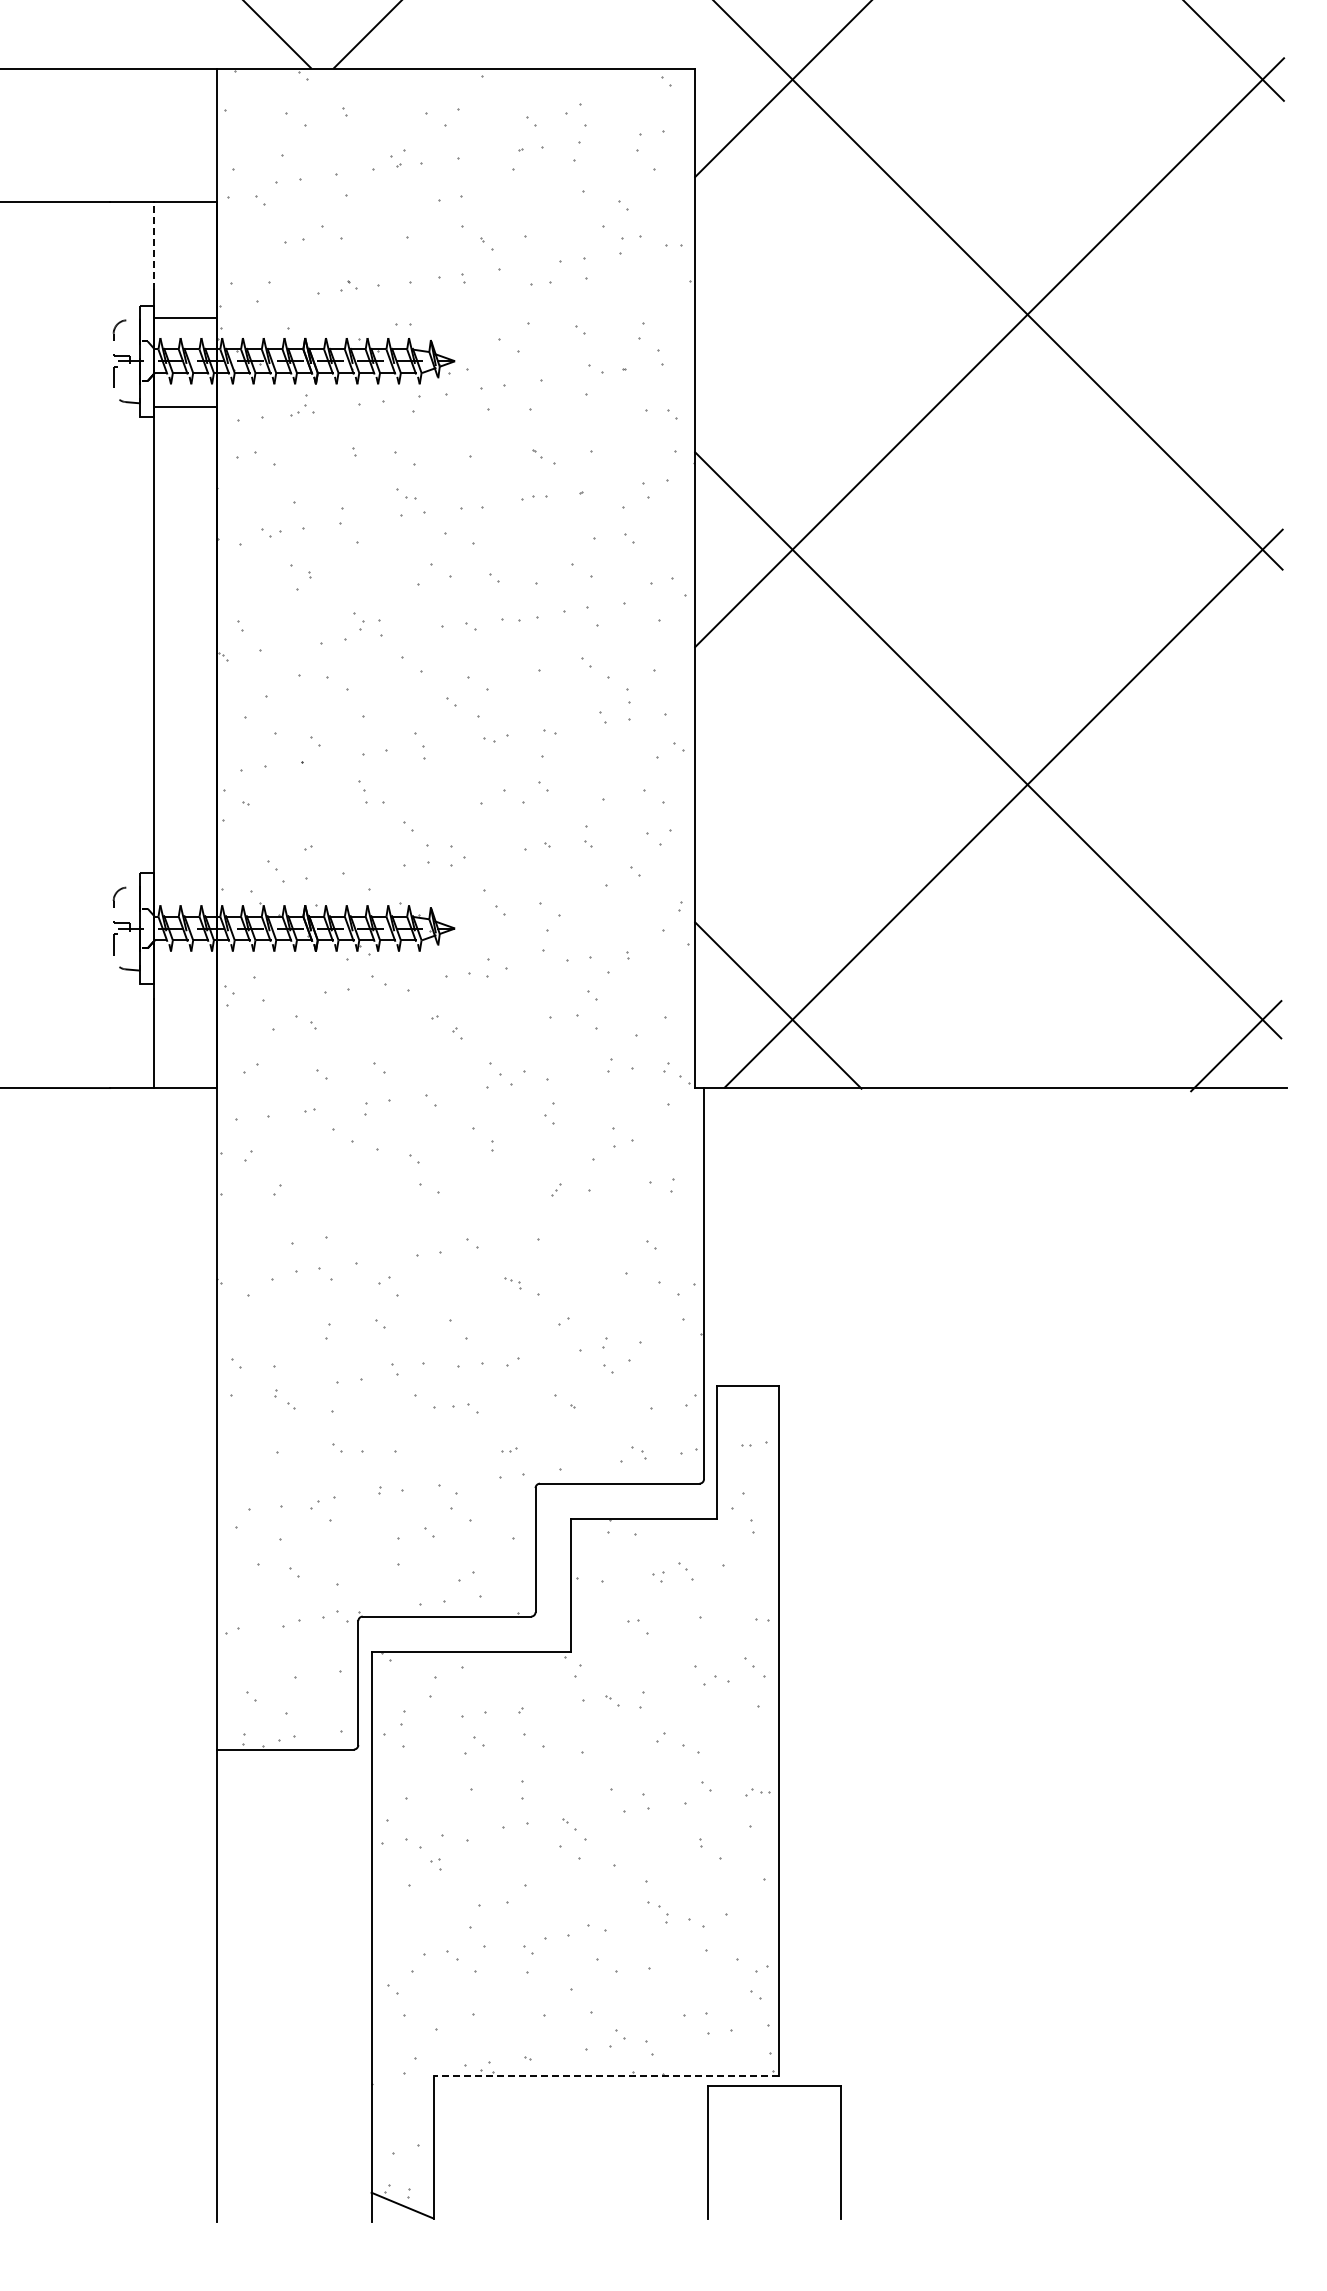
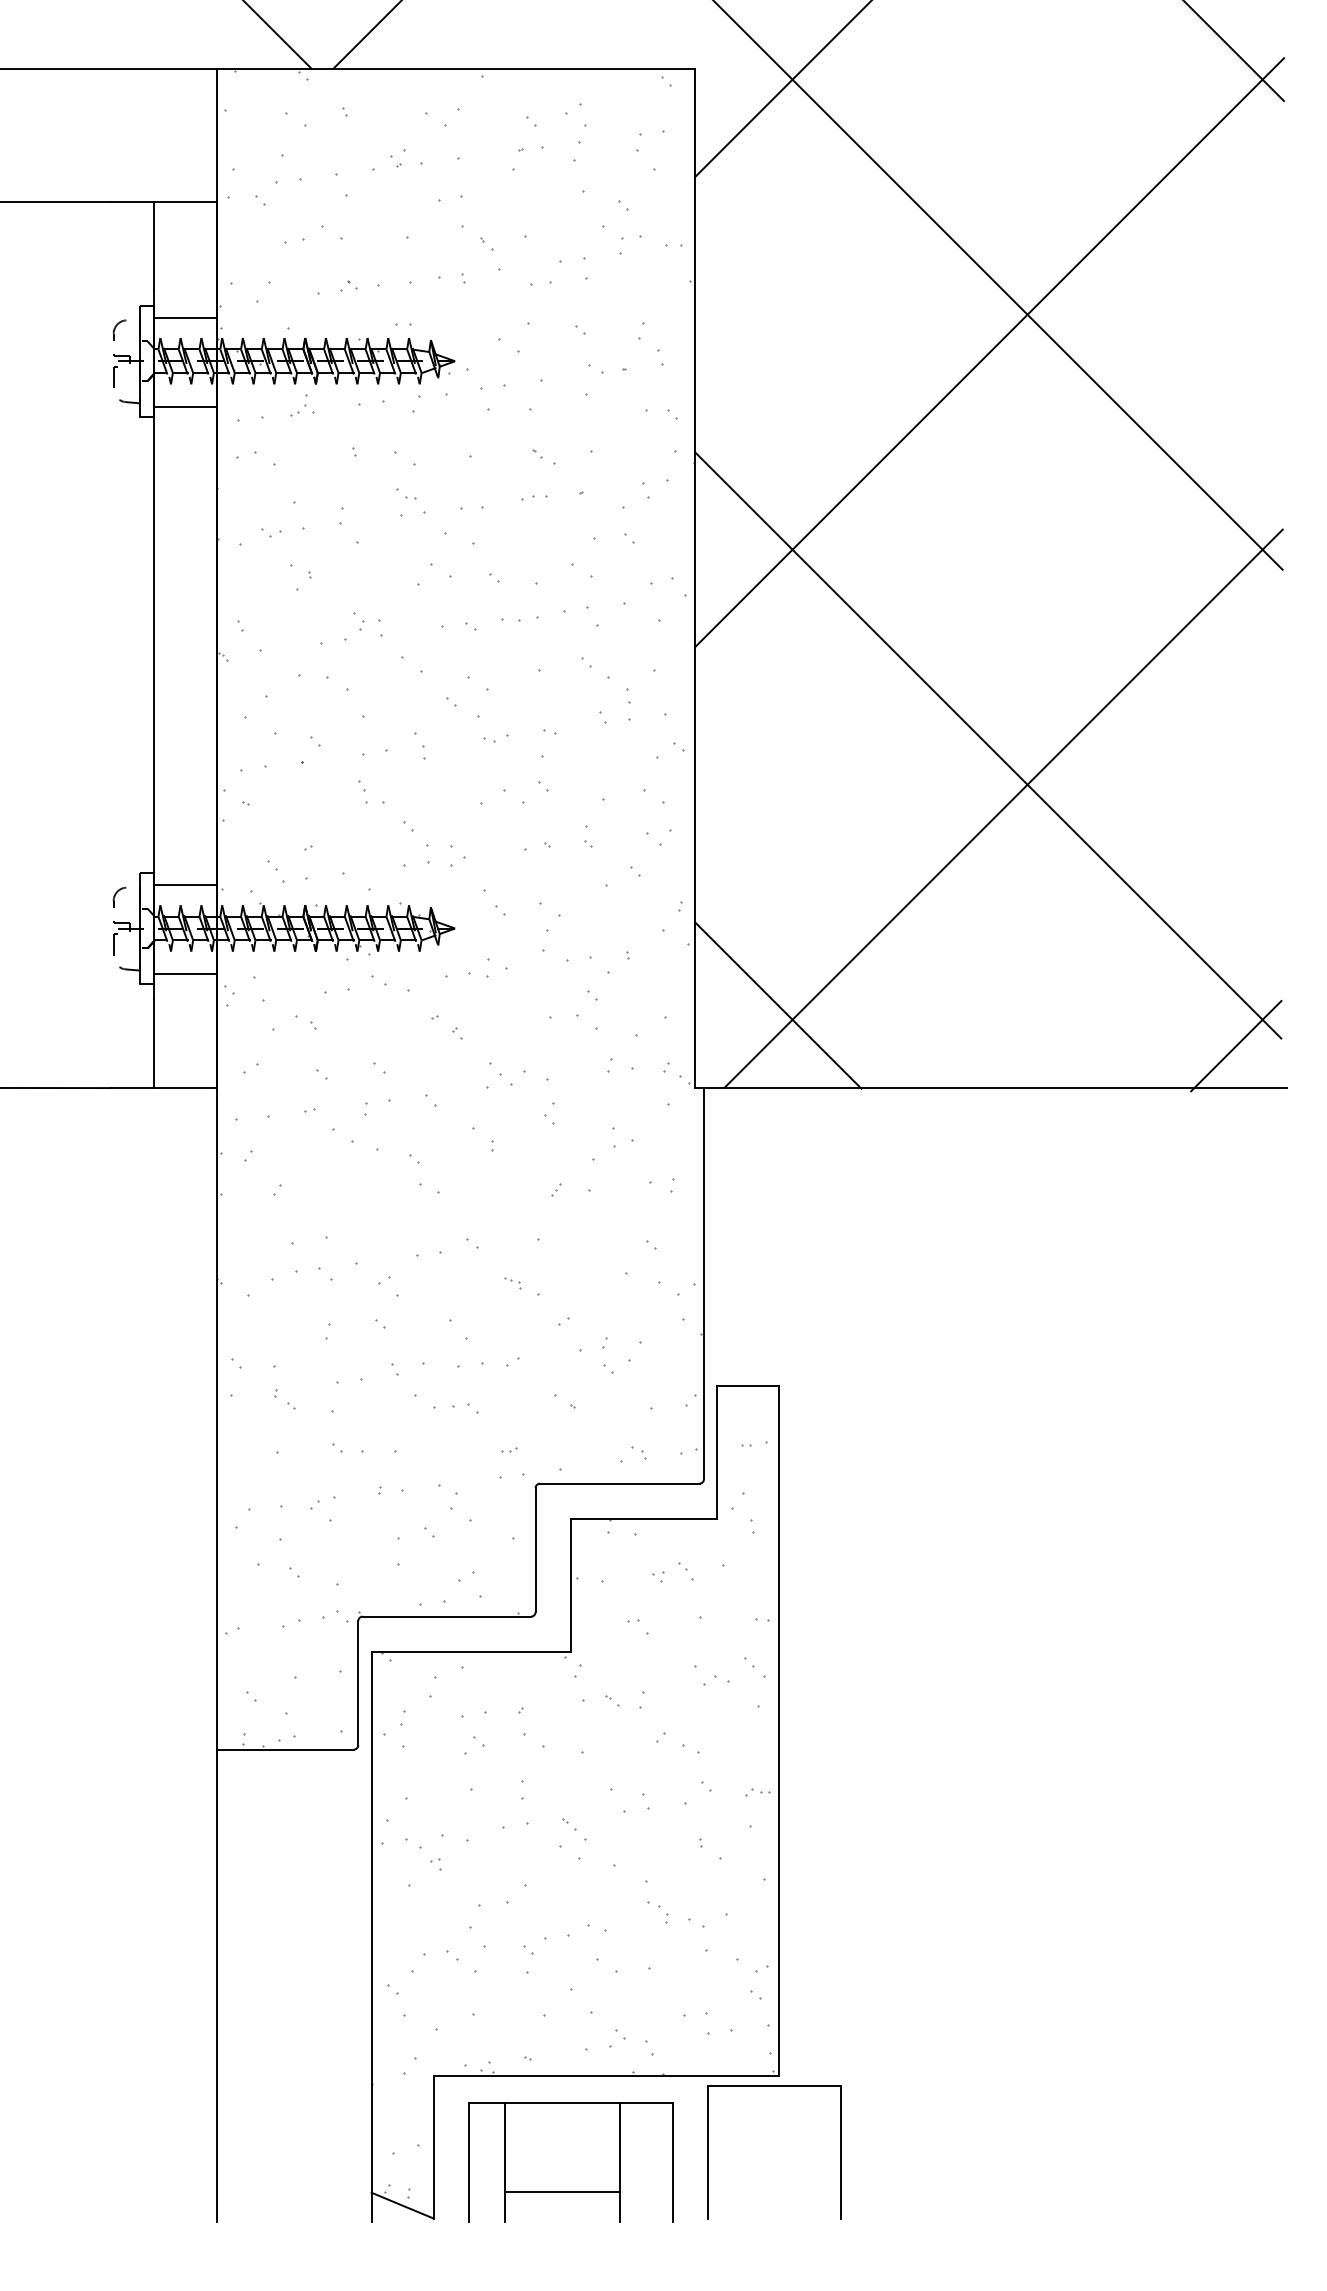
line at (154, 245): dashed -> solid
line at (185, 885): none -> present
line at (185, 973): none -> present
line at (606, 2076): dashed -> solid
part at (570, 2162): none -> present
